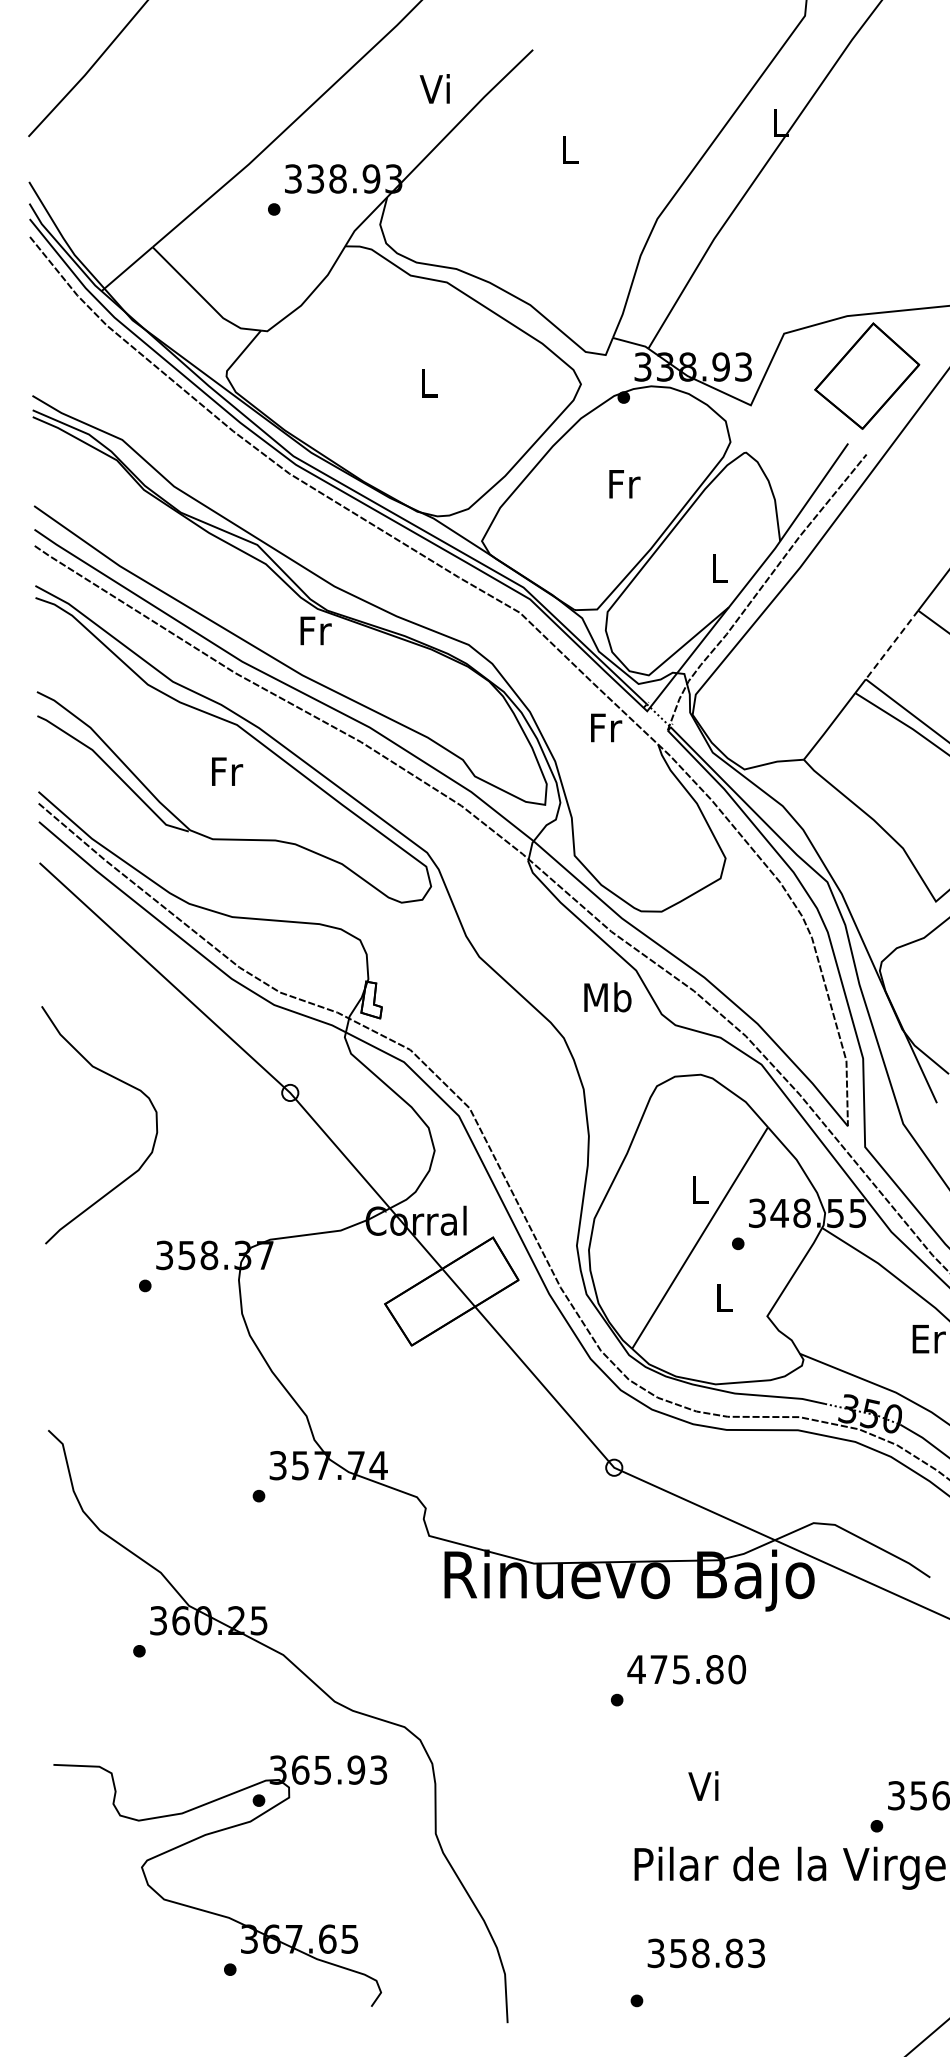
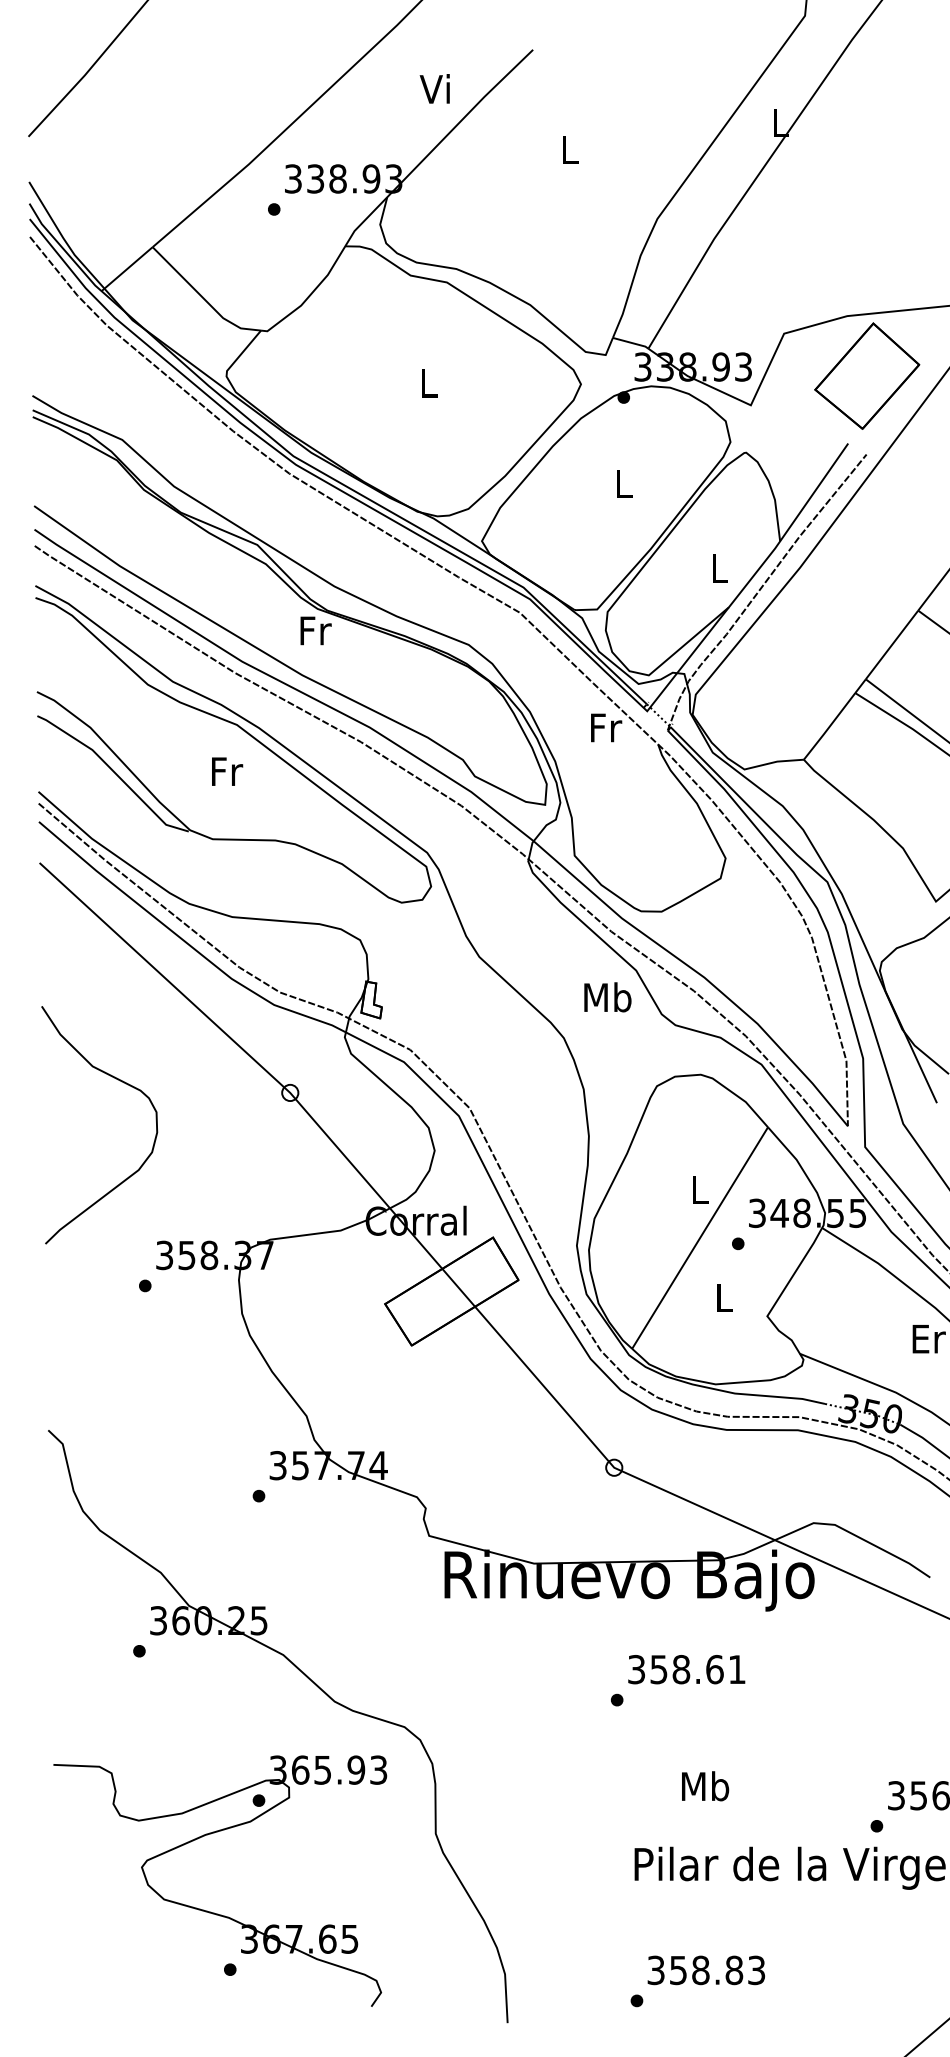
text at (624, 484): Fr -> L
line at (891, 645): dashed -> solid
text at (686, 1669): 475.80 -> 358.61
text at (705, 1786): Vi -> Mb
text at (706, 1953) position: (706, 1953) -> (706, 1970)
